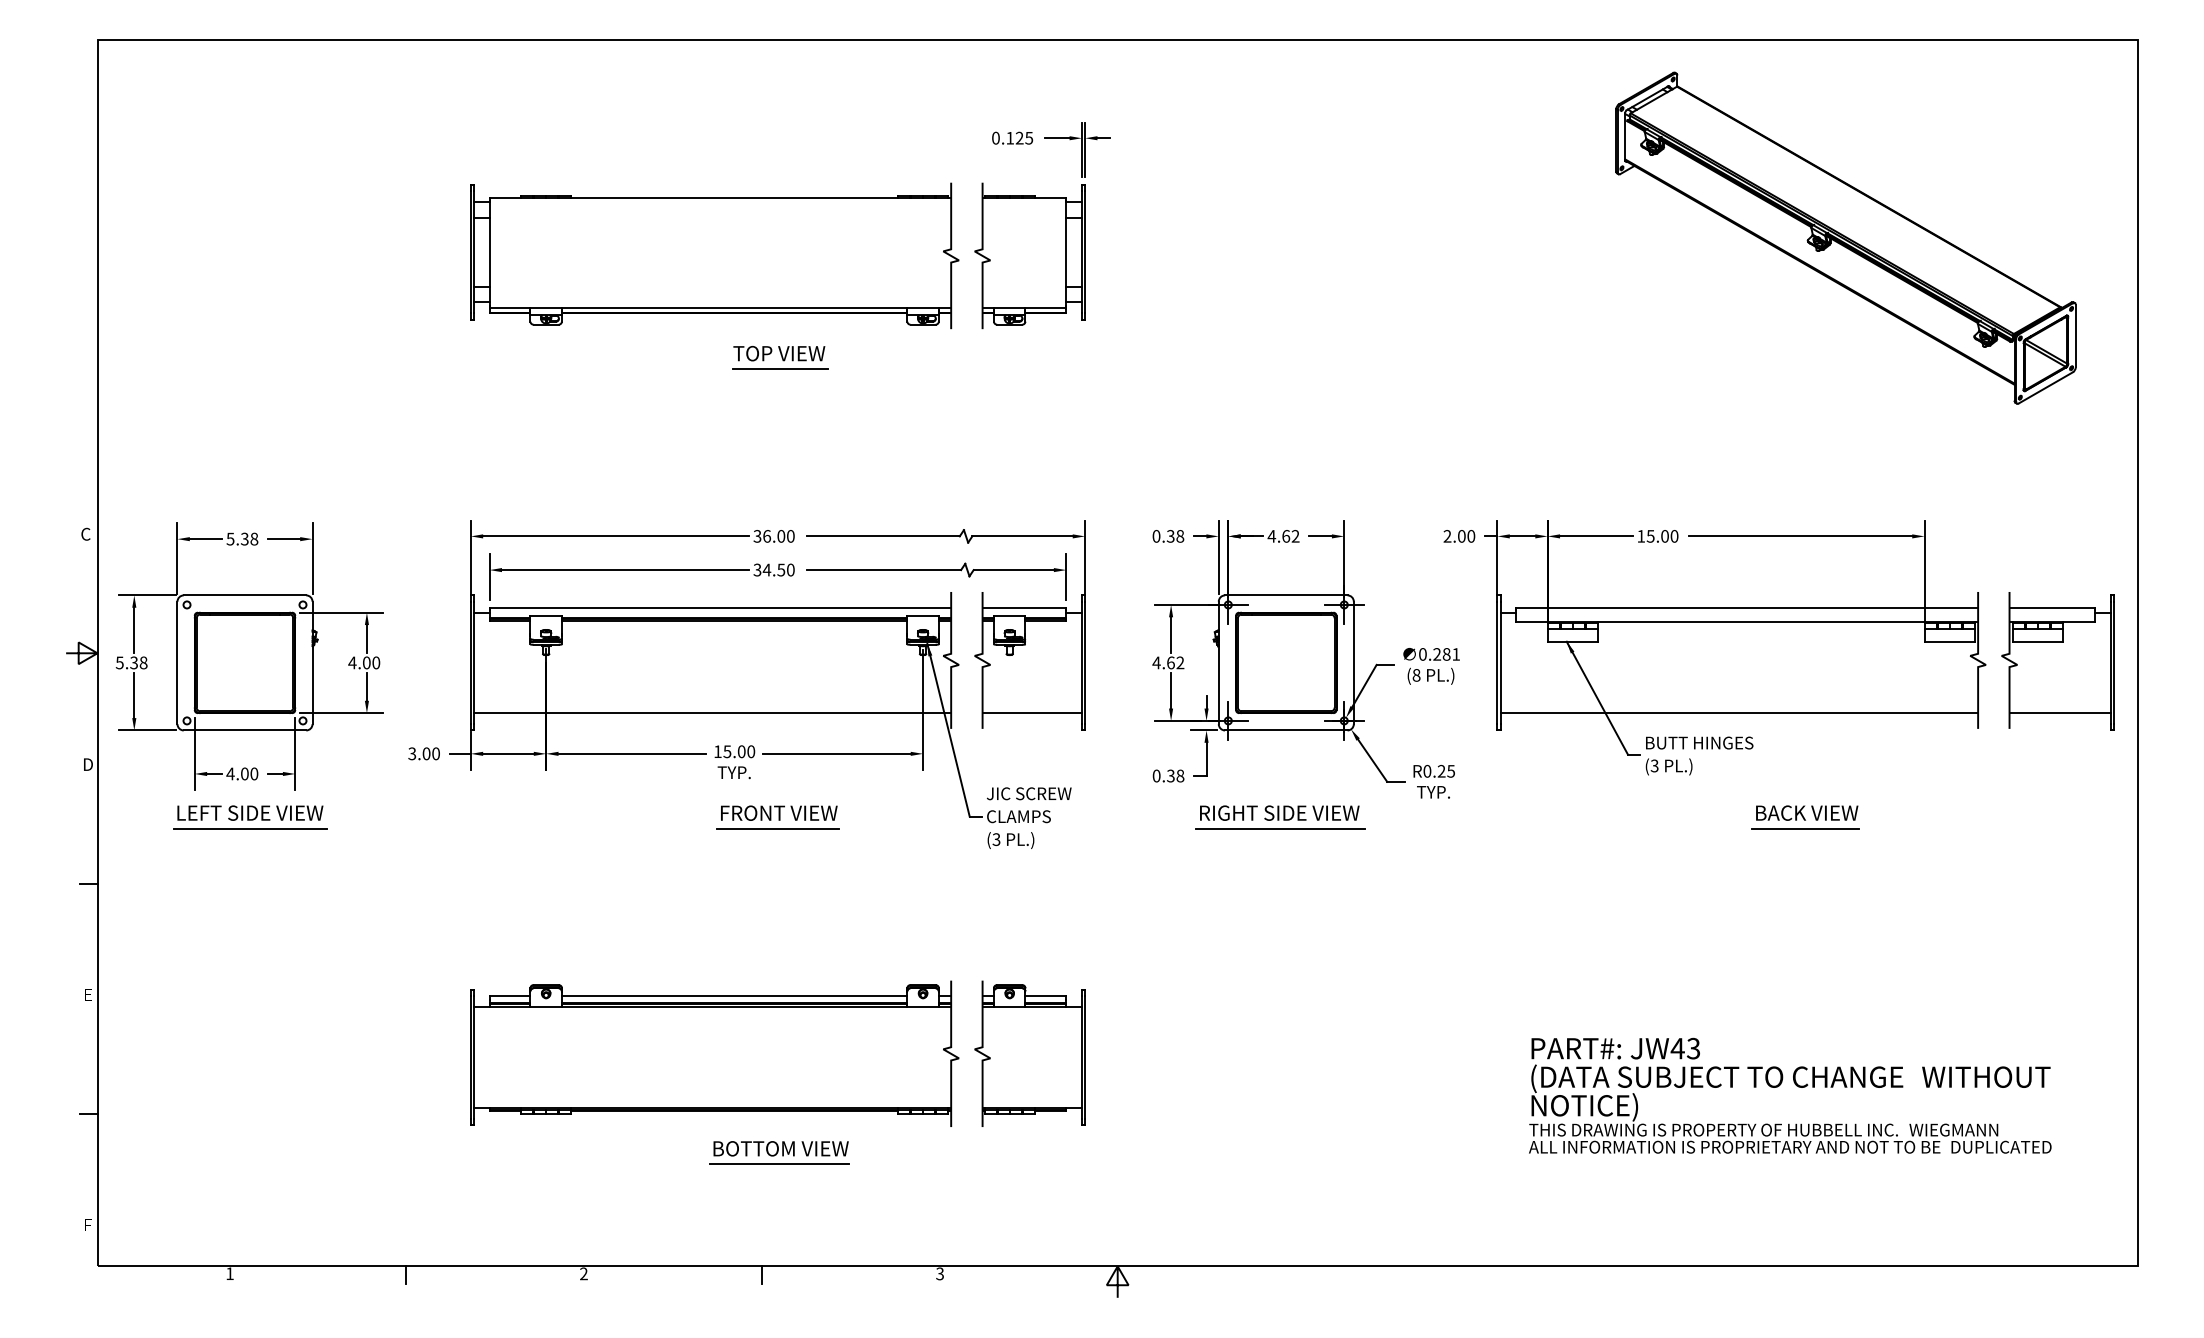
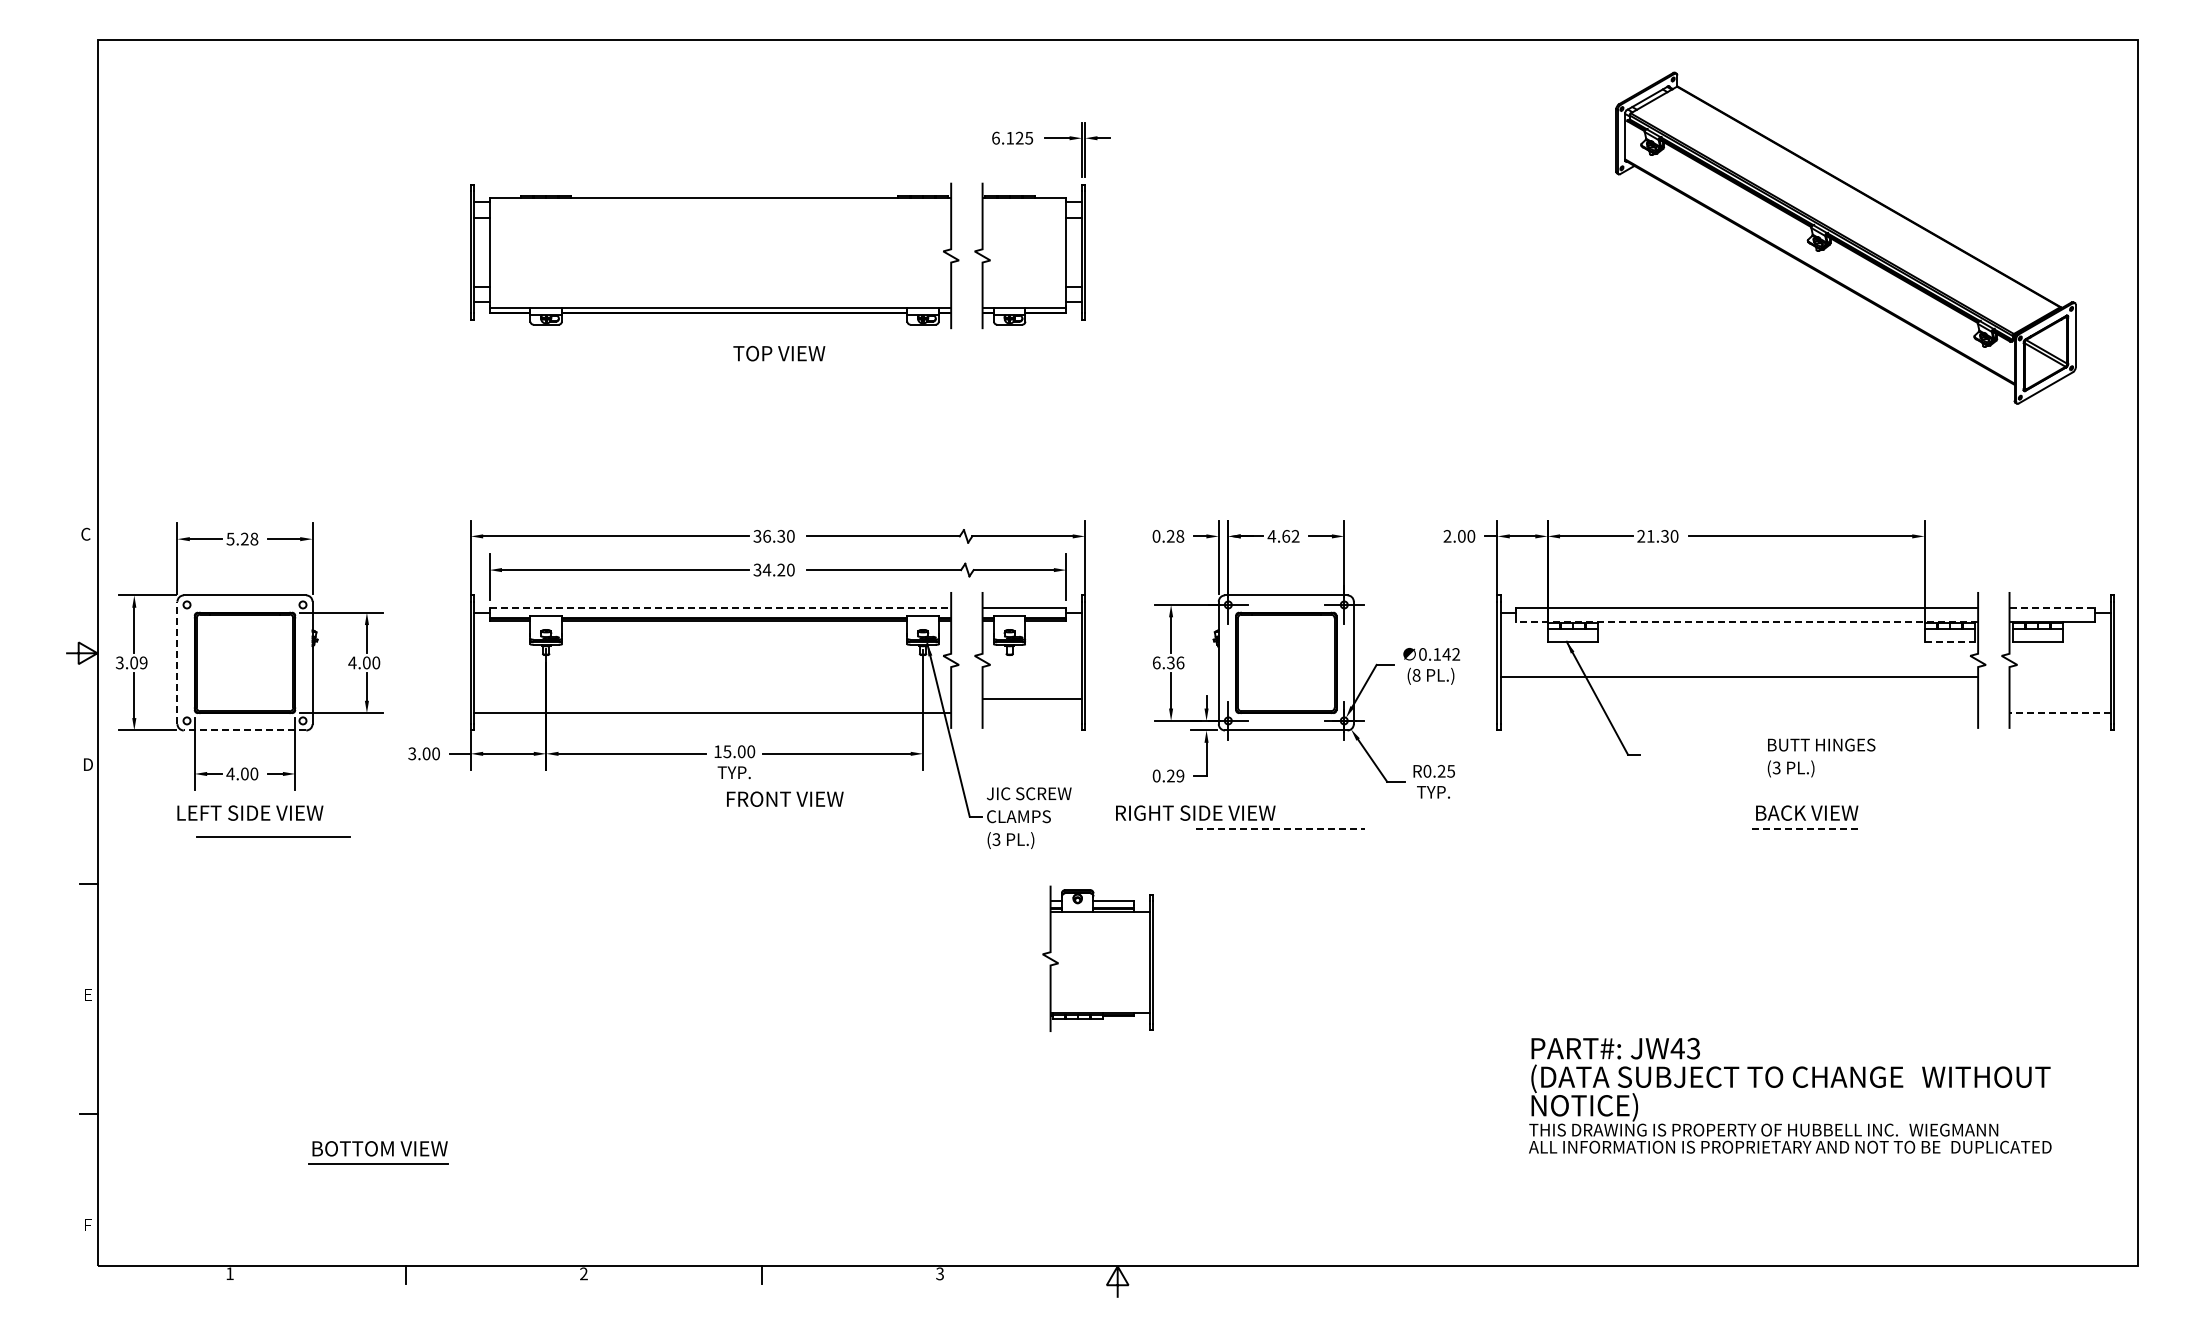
text at (995, 137): 0.125 -> 6.125
line at (779, 369): present -> none
text at (781, 536): 36.00 -> 36.30
text at (1170, 536): 0.38 -> 0.28
text at (1652, 536): 15.00 -> 21.30
text at (244, 539): 5.38 -> 5.28
text at (781, 569): 34.50 -> 34.20
line at (720, 607): solid -> dashed
line at (2052, 607): solid -> dashed
line at (1747, 621): solid -> dashed
line at (1950, 641): solid -> dashed
text at (1446, 654): 0.281 -> 0.142
text at (131, 662): 5.38 -> 3.09
line at (177, 662): solid -> dashed
text at (1168, 662): 4.62 -> 6.36
line at (1031, 713) position: (1031, 713) -> (1031, 699)
line at (1739, 713) position: (1739, 713) -> (1739, 677)
line at (2060, 713): solid -> dashed
line at (244, 730): solid -> dashed
text at (1699, 755) position: (1699, 755) -> (1821, 757)
text at (1175, 775): 0.38 -> 0.29
text at (779, 812) position: (779, 812) -> (785, 798)
text at (1279, 812) position: (1279, 812) -> (1195, 812)
line at (250, 828) position: (250, 828) -> (273, 836)
line at (777, 828): present -> none
line at (1281, 828): solid -> dashed
line at (1806, 828): solid -> dashed
part at (714, 1053): present -> none
part at (1029, 1053) position: (1029, 1053) -> (1097, 958)
part at (779, 1152) position: (779, 1152) -> (378, 1152)
